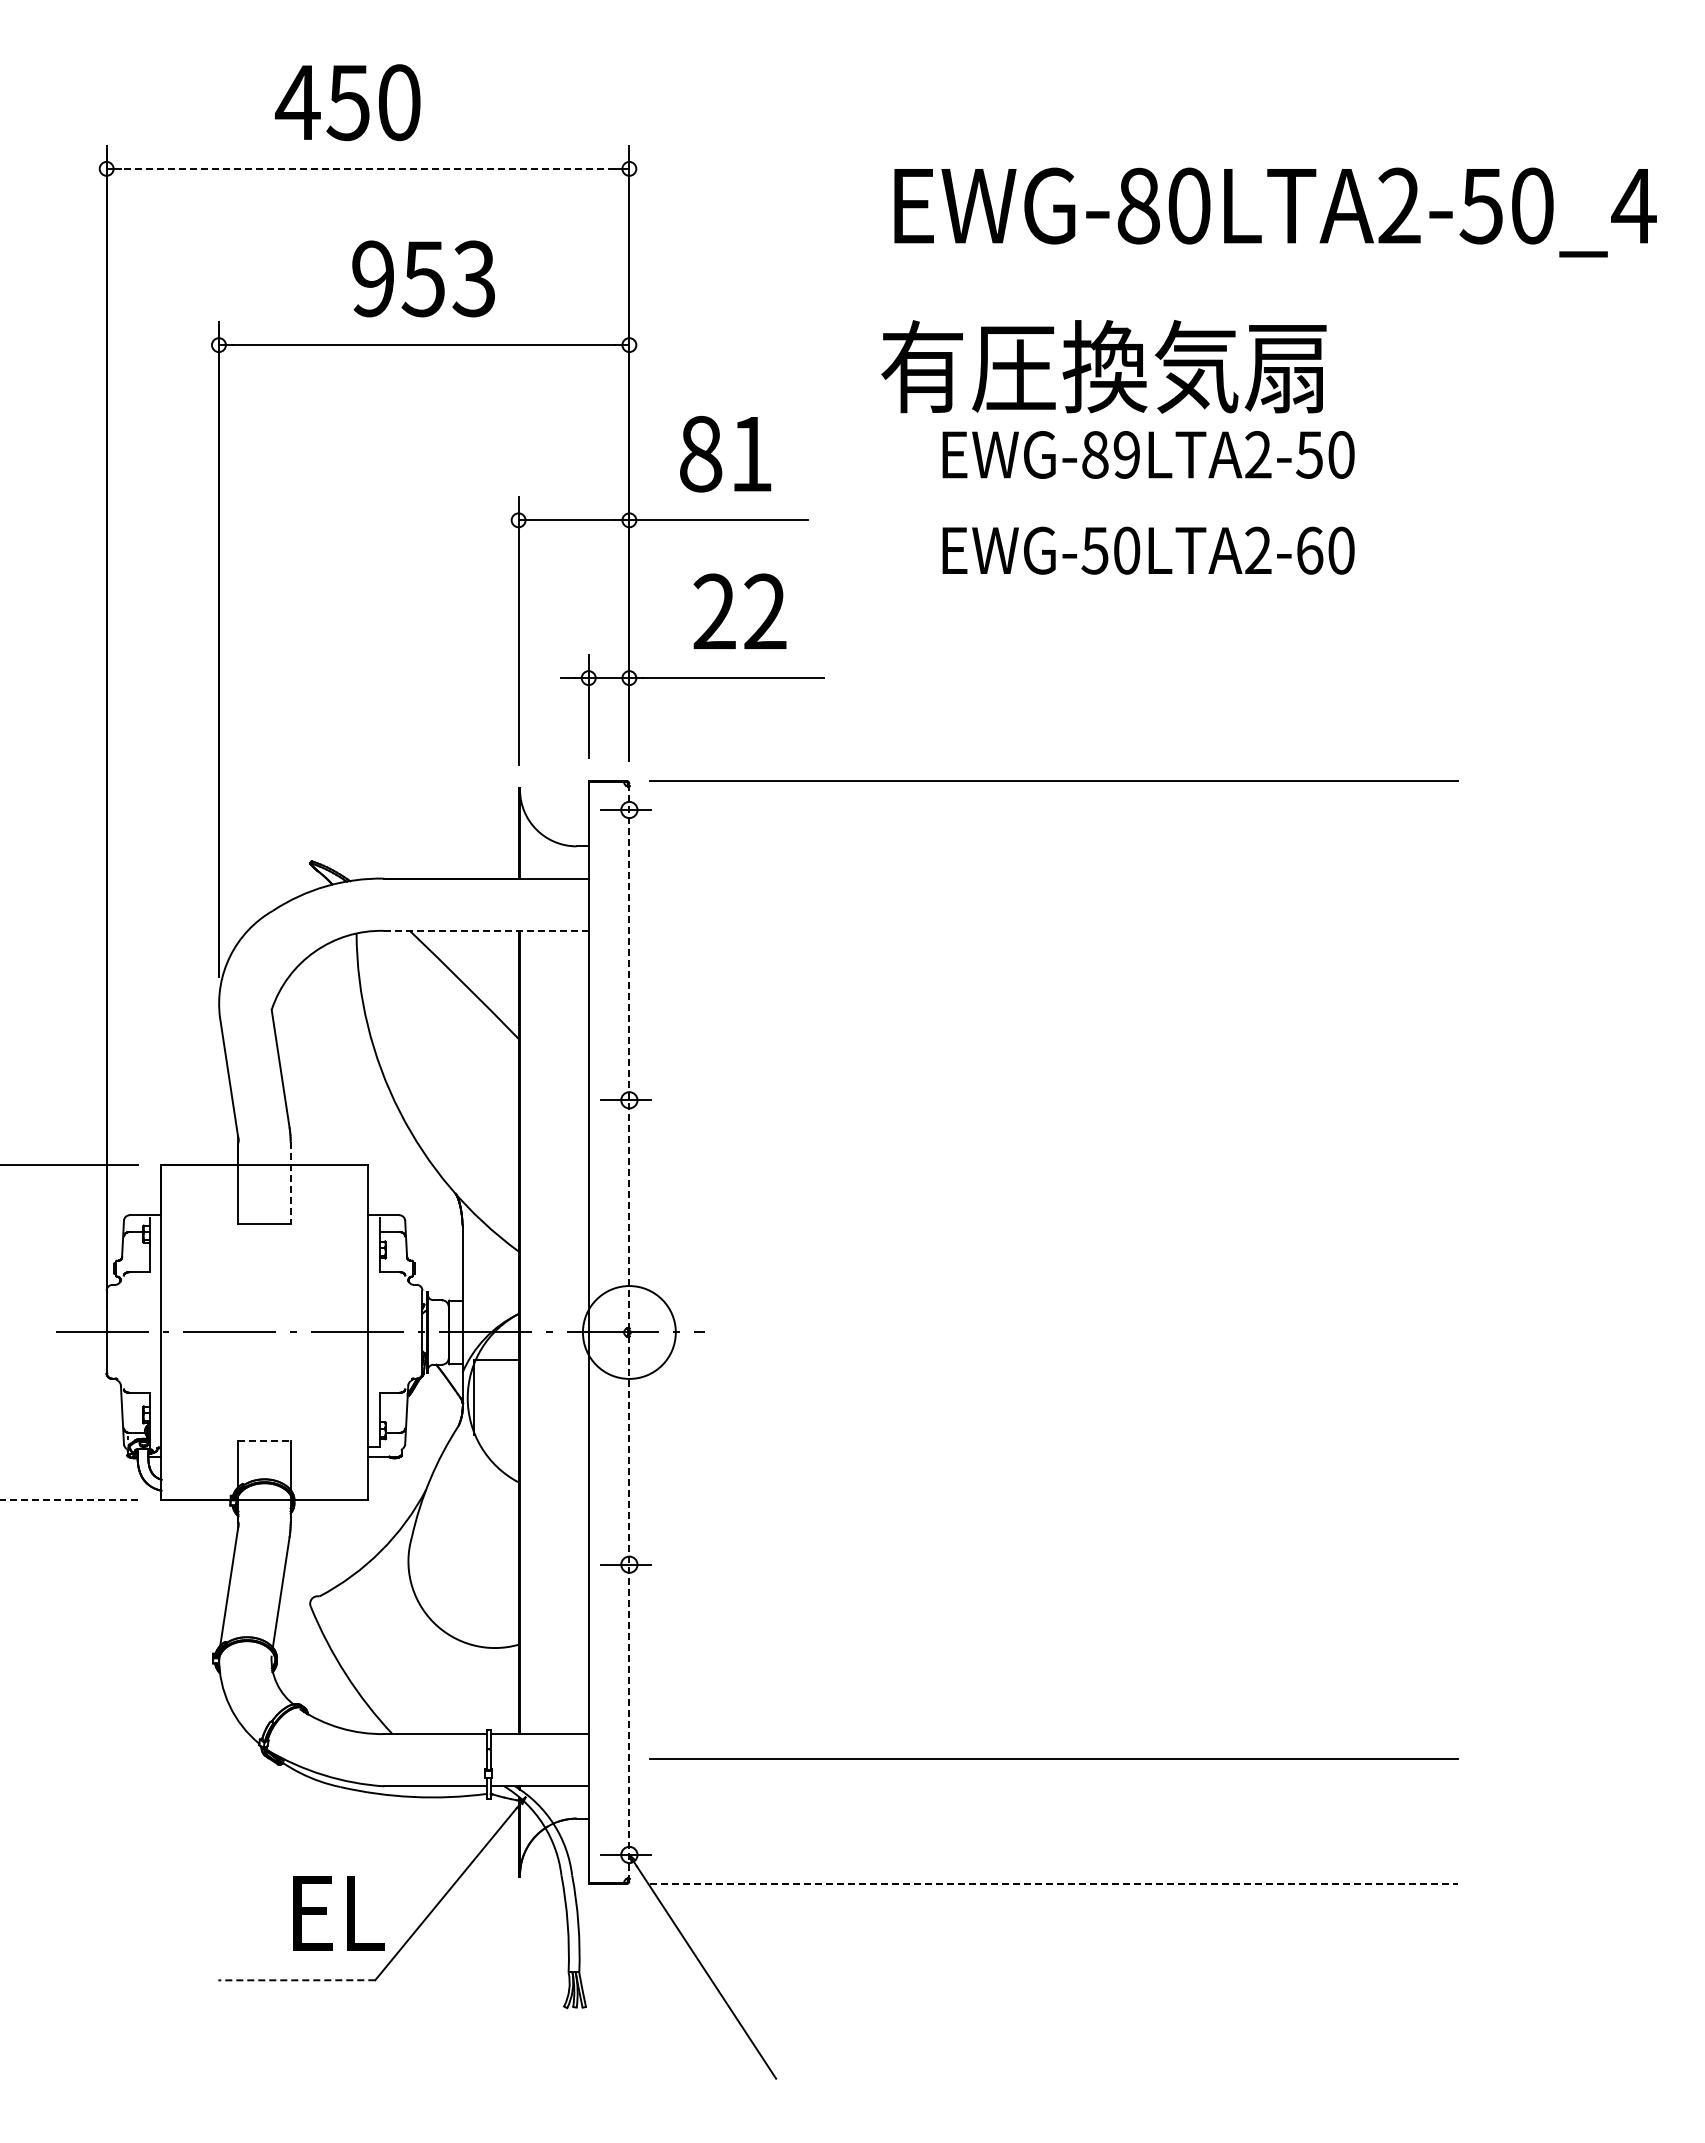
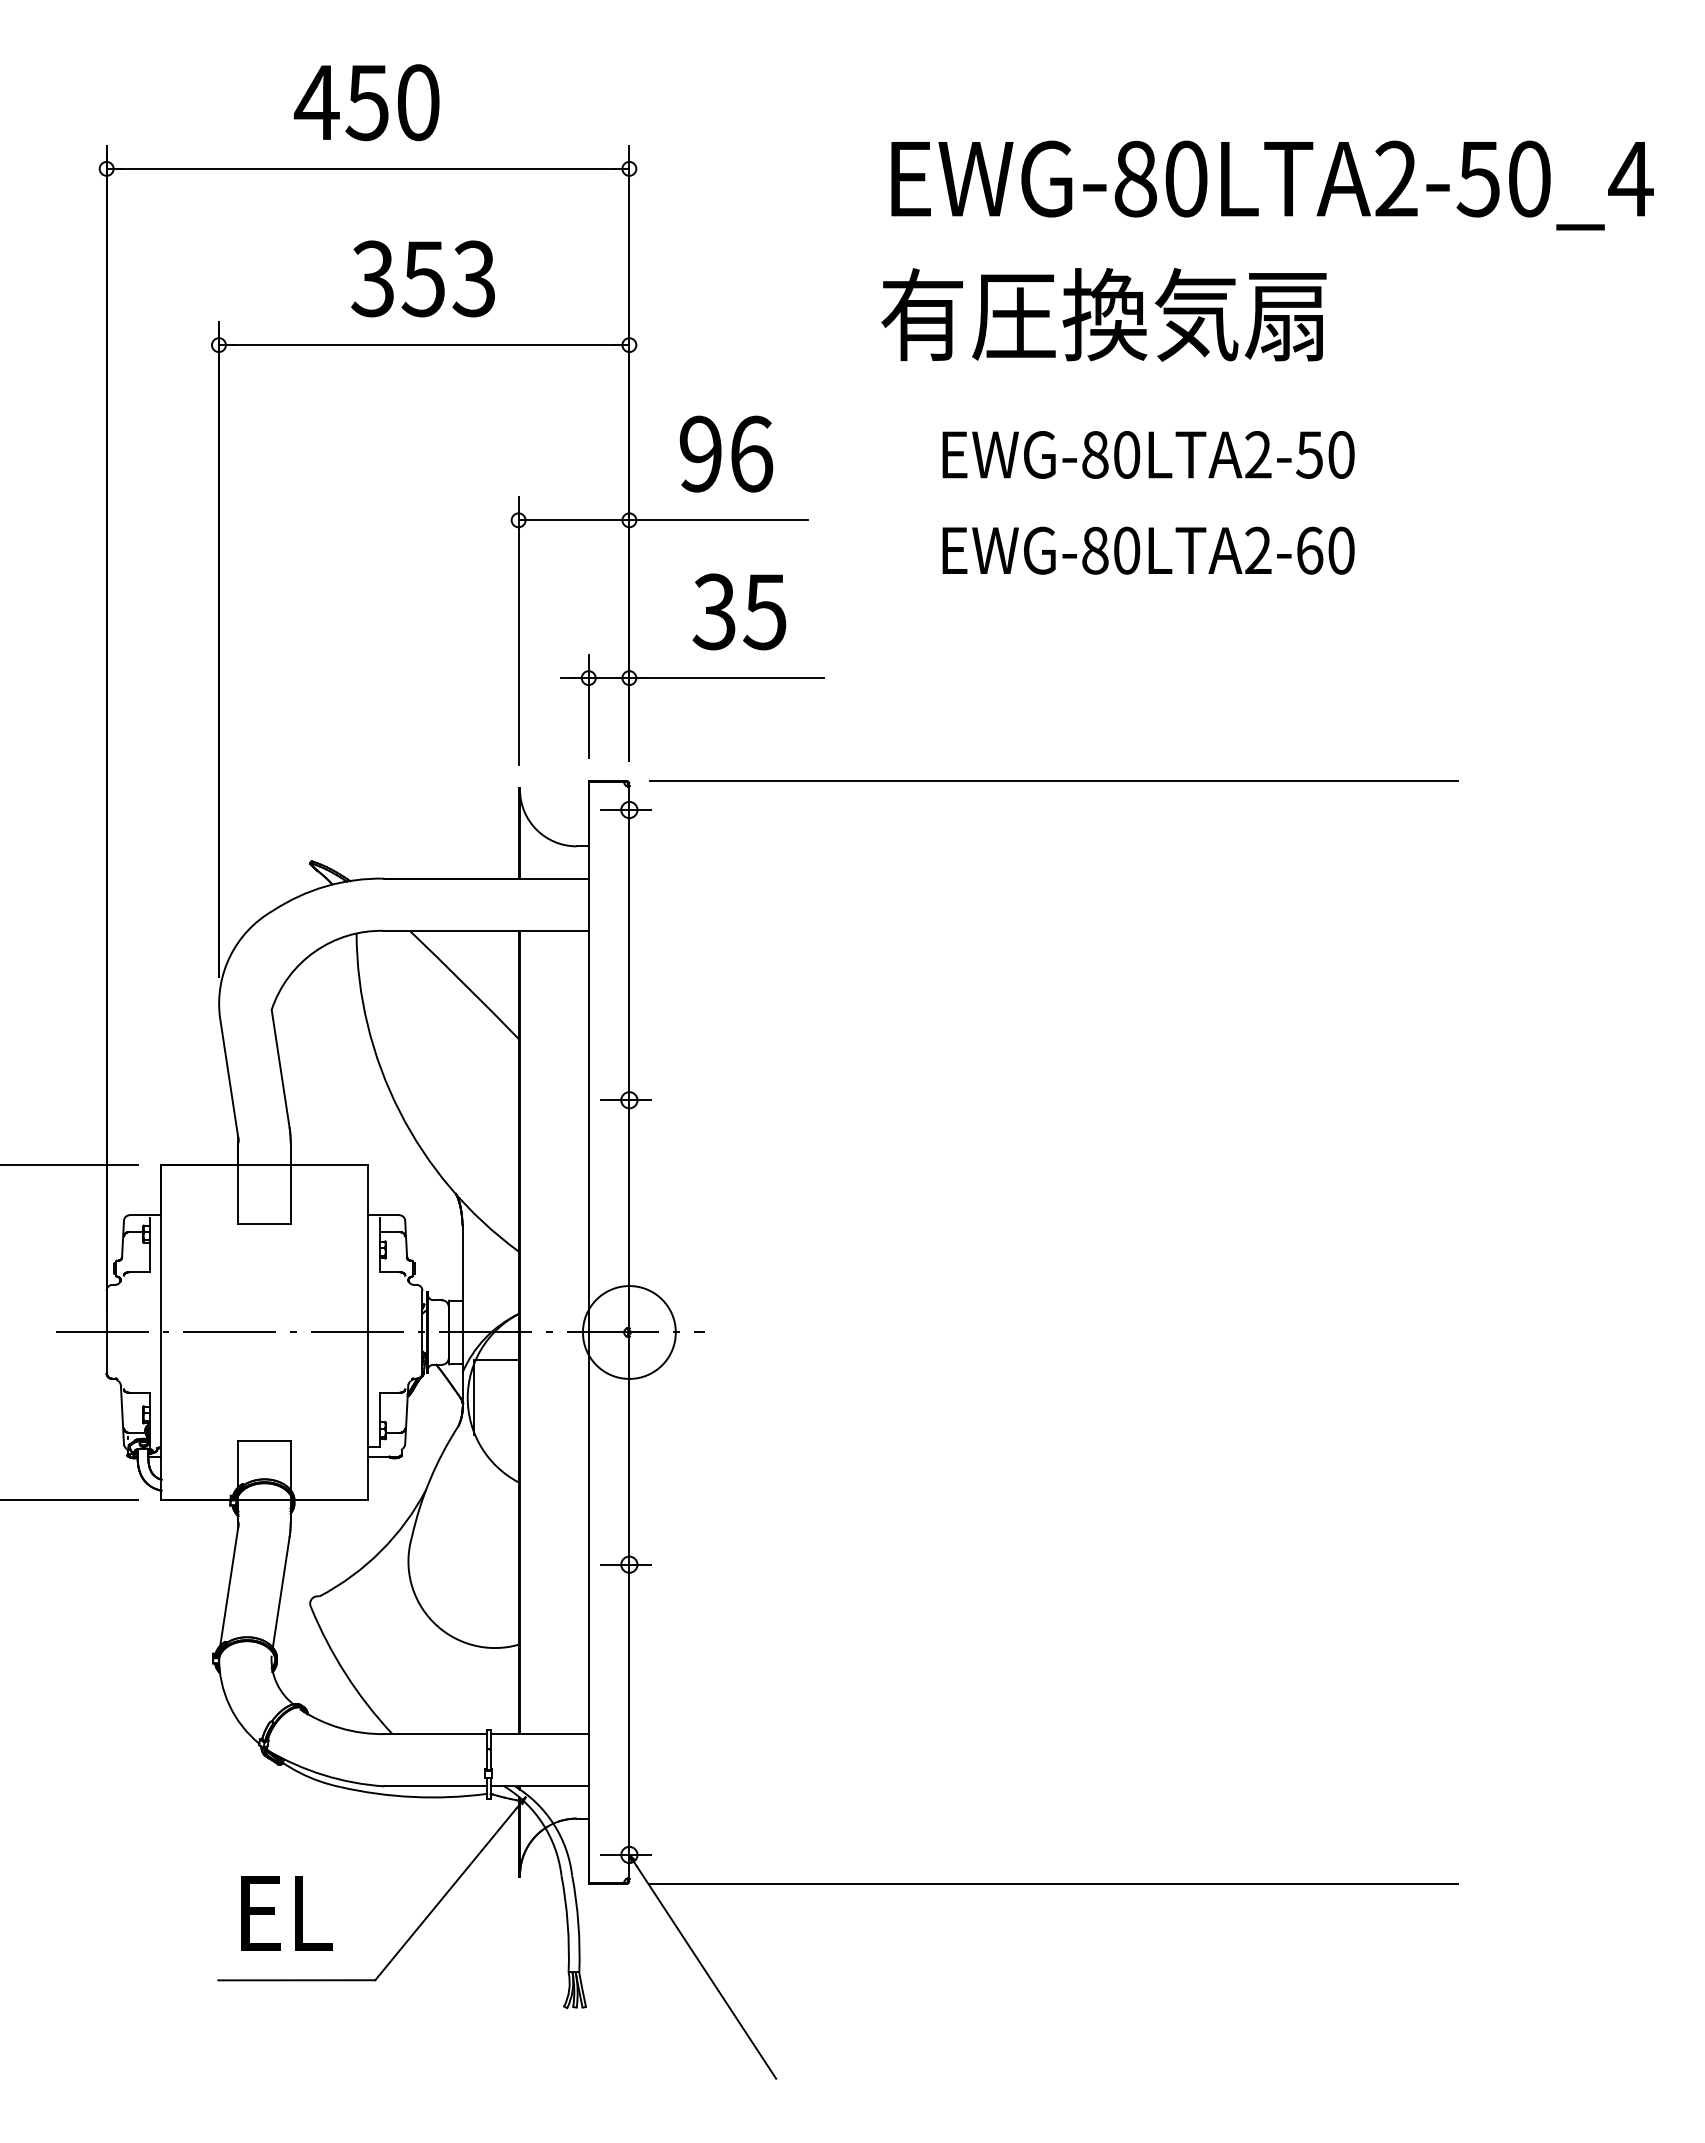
text at (347, 102) position: (347, 102) -> (366, 102)
line at (367, 168): dashed -> solid
text at (1275, 212) position: (1275, 212) -> (1272, 185)
text at (372, 278): 953 -> 353
text at (1103, 366) position: (1103, 366) -> (1103, 314)
text at (726, 453): 81 -> 96
text at (1126, 454): EWG-89LTA2-50 -> EWG-80LTA2-50
text at (1094, 550): EWG-50LTA2-60 -> EWG-80LTA2-60
text at (739, 611): 22 -> 35
line at (486, 930): dashed -> solid
line at (629, 1056): dashed -> solid
line at (290, 1183): dashed -> solid
line at (265, 1440): dashed -> solid
line at (69, 1500): dashed -> solid
line at (629, 1609): dashed -> solid
line at (1053, 1758): present -> none
line at (1054, 1883): dashed -> solid
text at (338, 1913) position: (338, 1913) -> (286, 1913)
line at (296, 1980): dashed -> solid
